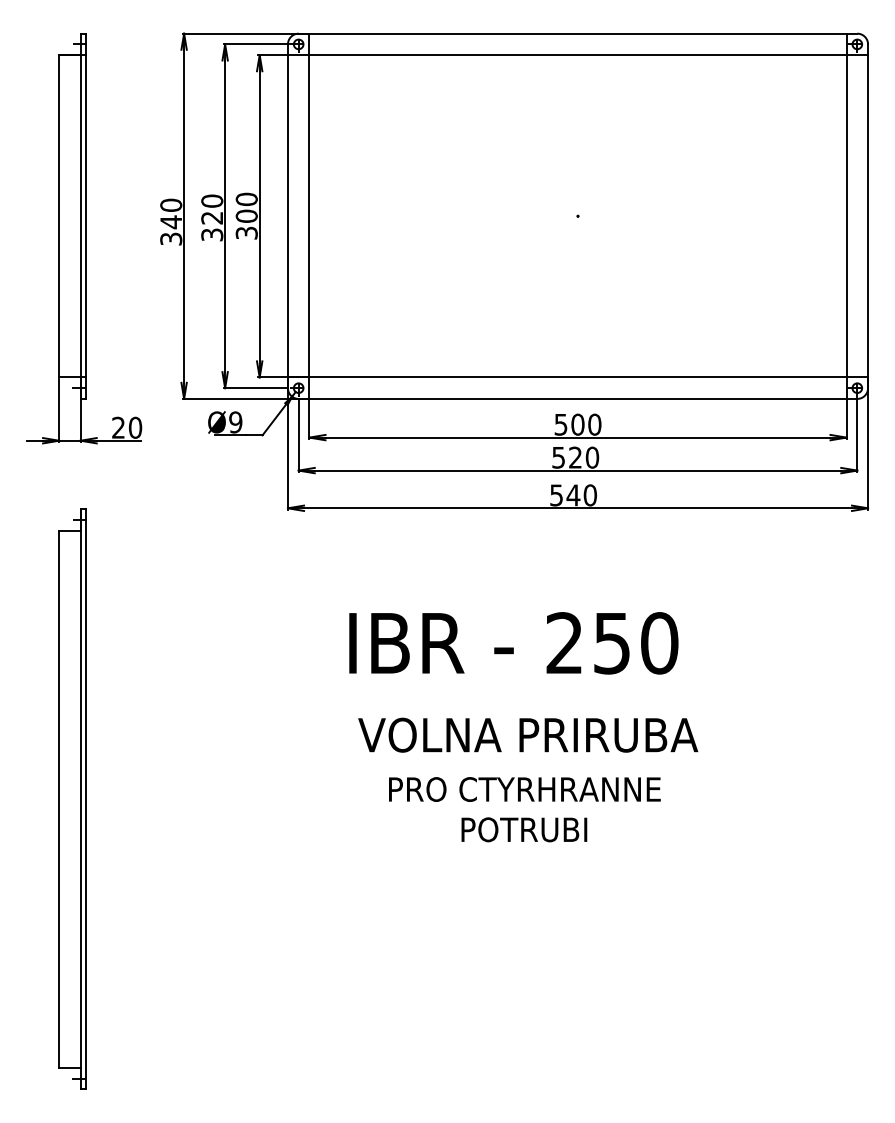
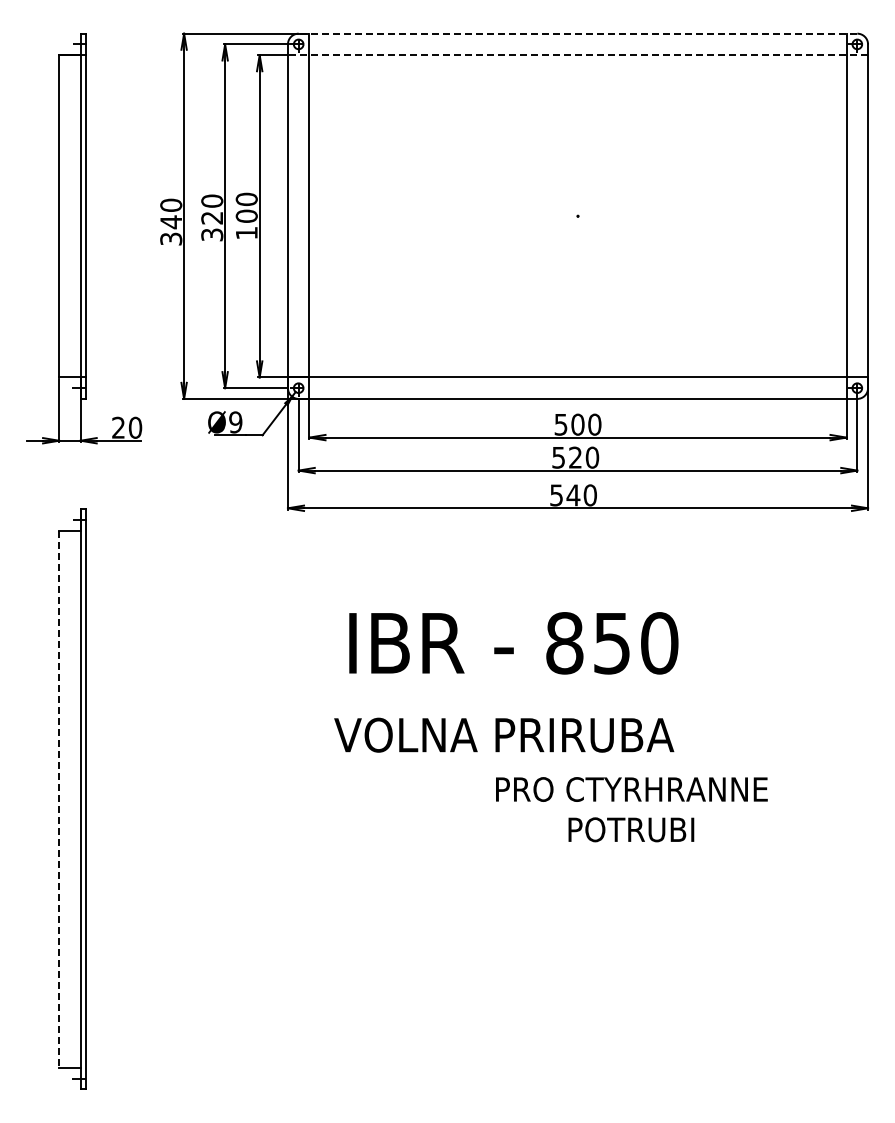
line at (577, 33): solid -> dashed
line at (577, 55): solid -> dashed
text at (246, 232): 300 -> 100
text at (564, 643): 250 -> 850
text at (528, 734) position: (528, 734) -> (504, 734)
line at (59, 799): solid -> dashed
text at (524, 809) position: (524, 809) -> (631, 809)
